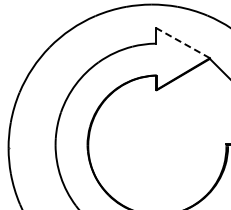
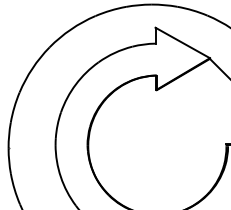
line at (182, 42): dashed -> solid
